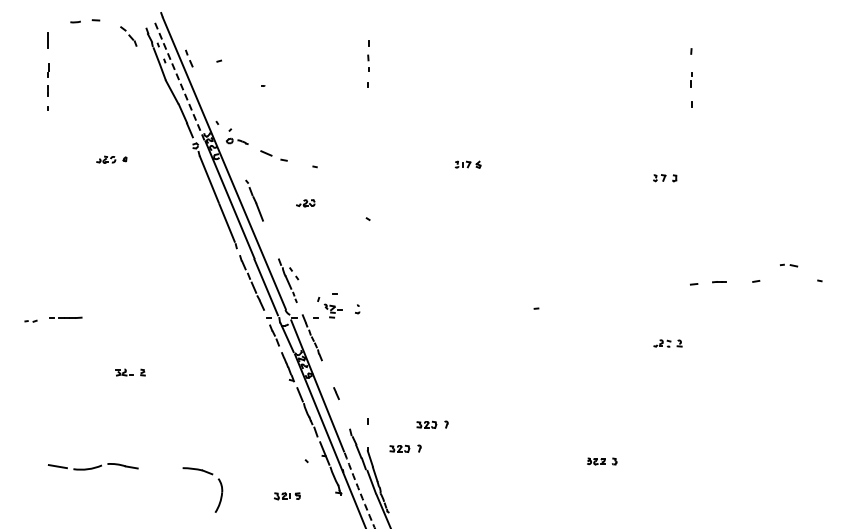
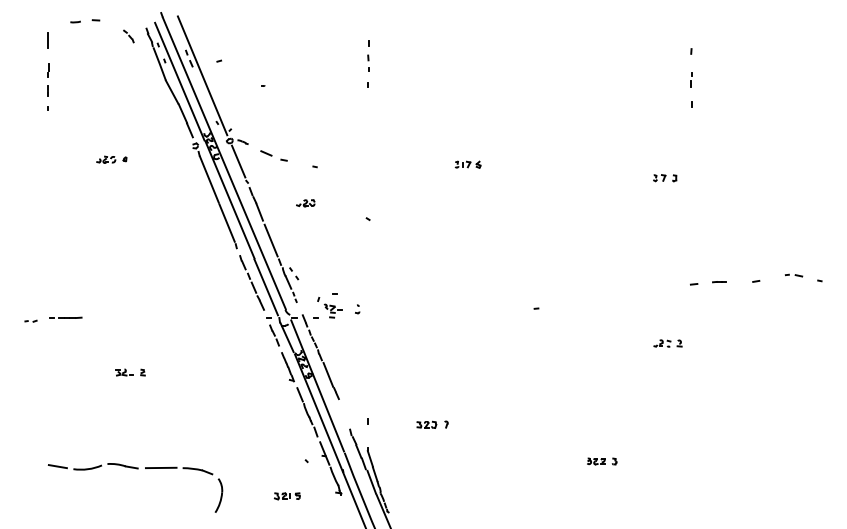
part at (128, 36) size: 18x21 px -> 12x15 px
line at (202, 75): none -> present
line at (179, 81): dashed -> solid
line at (238, 161): none -> present
line at (270, 240): none -> present
part at (789, 265) position: (789, 265) -> (794, 275)
line at (328, 374): none -> present
part at (405, 448): present -> none
line at (160, 467): none -> present
arc at (359, 491): dashed -> solid
